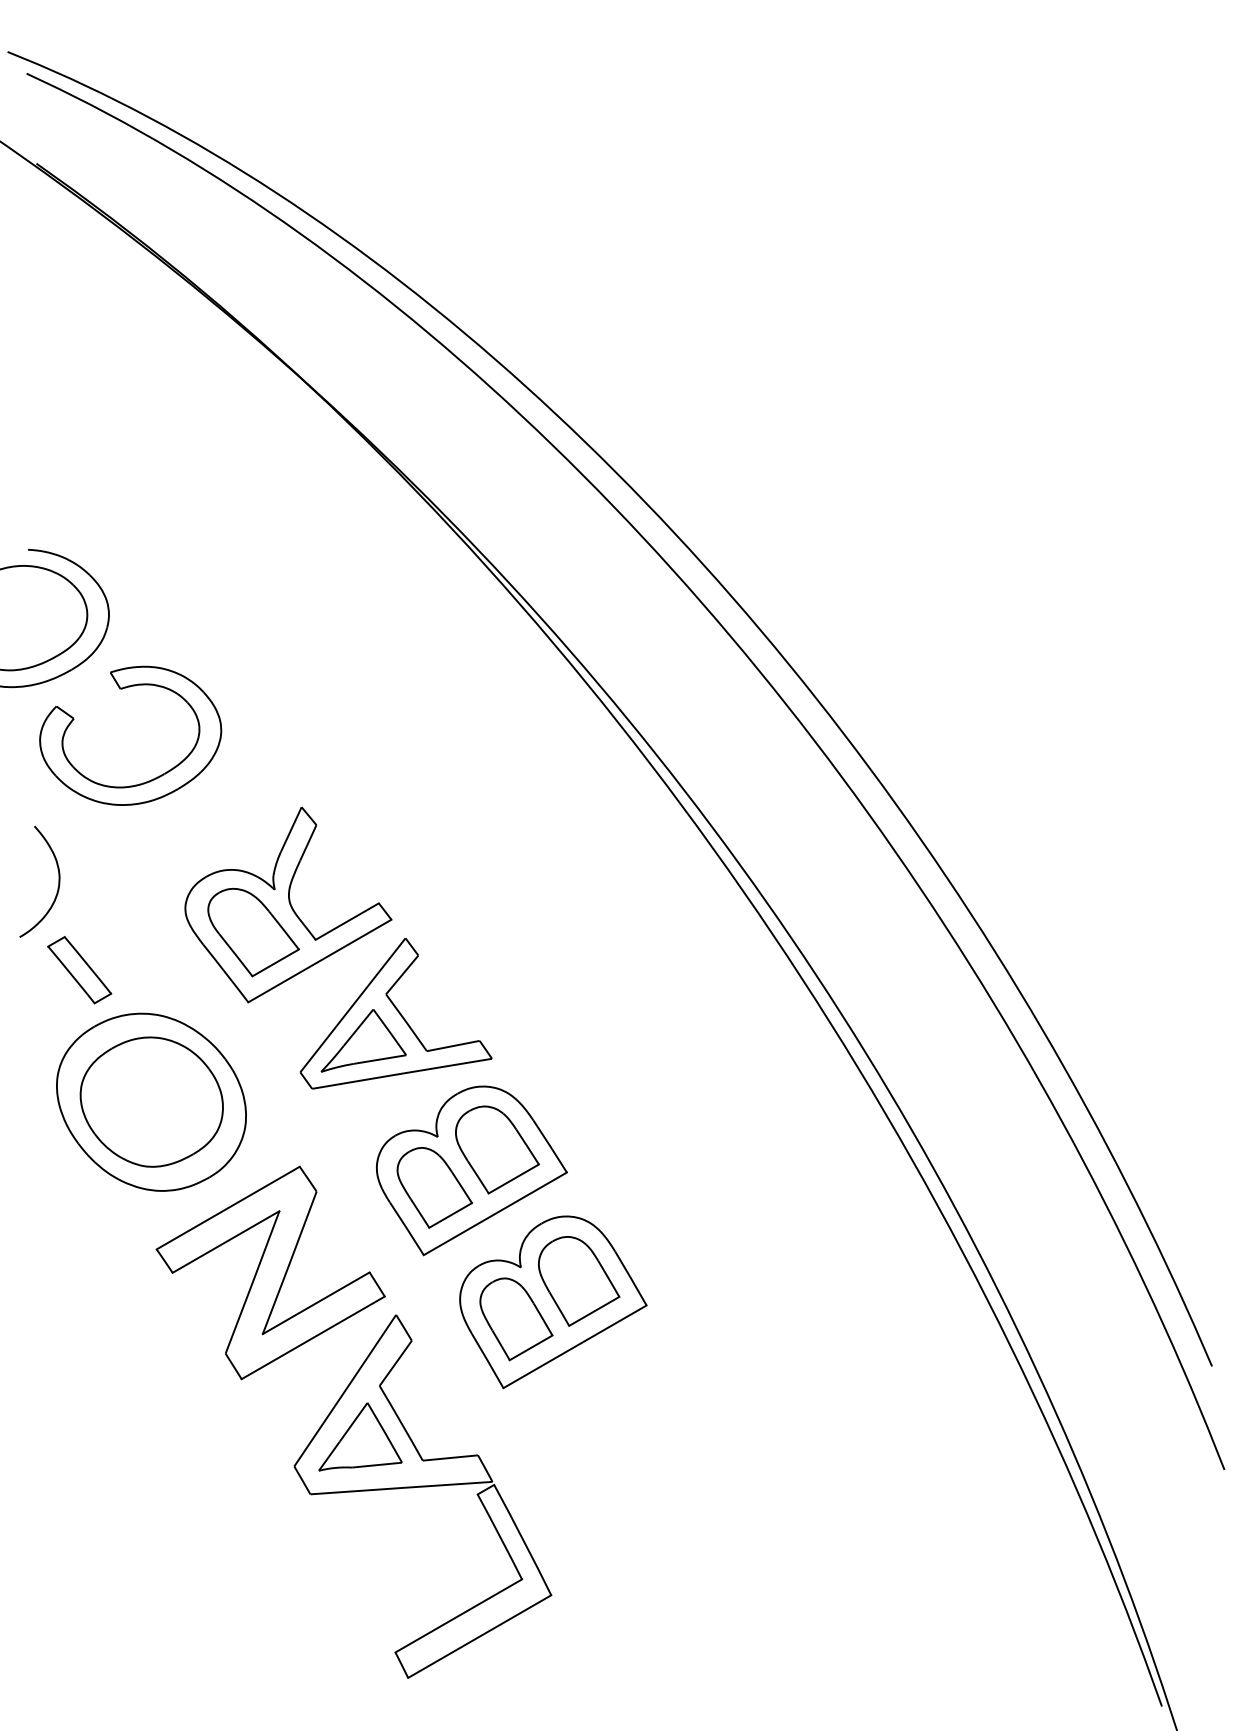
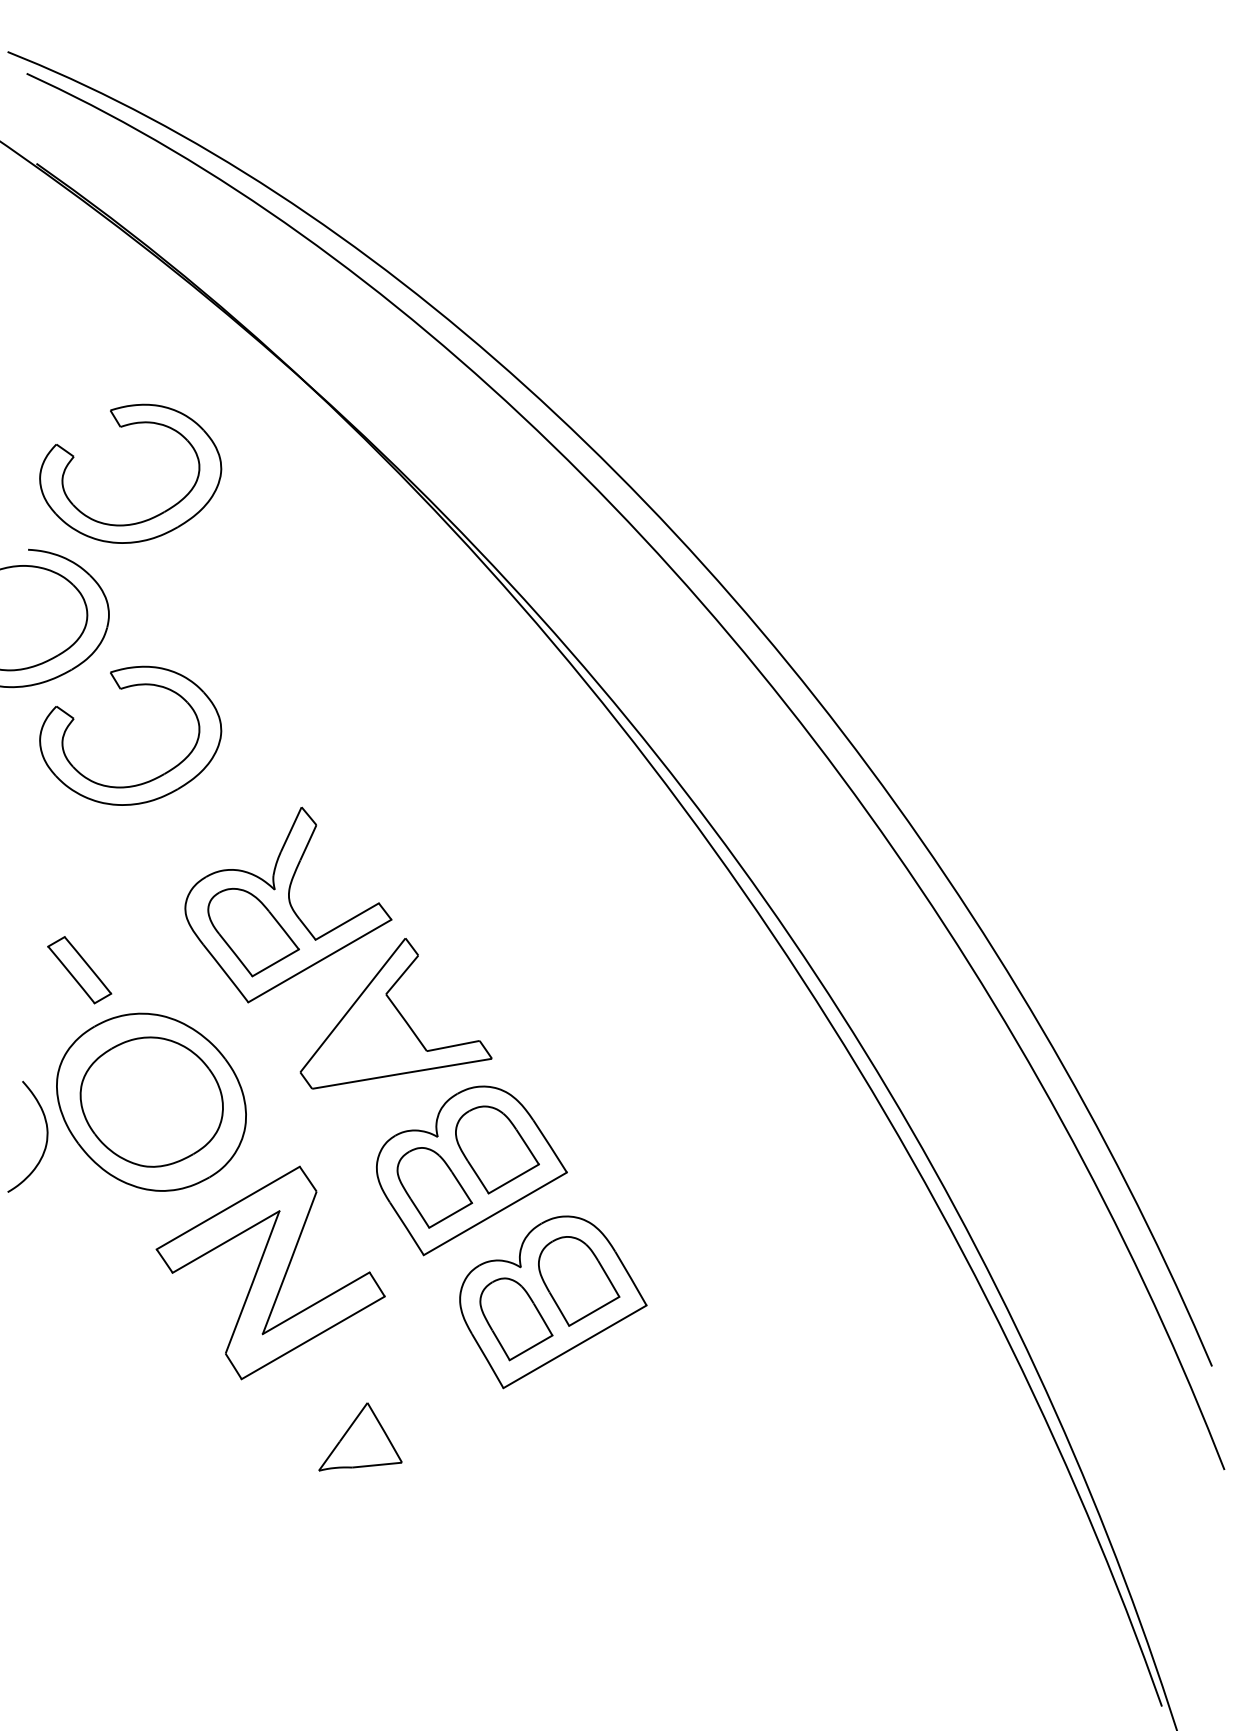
part at (122, 427): none -> present
curve at (57, 887) position: (57, 887) -> (45, 1142)
part at (363, 1040): present -> none
part at (422, 1487): present -> none
